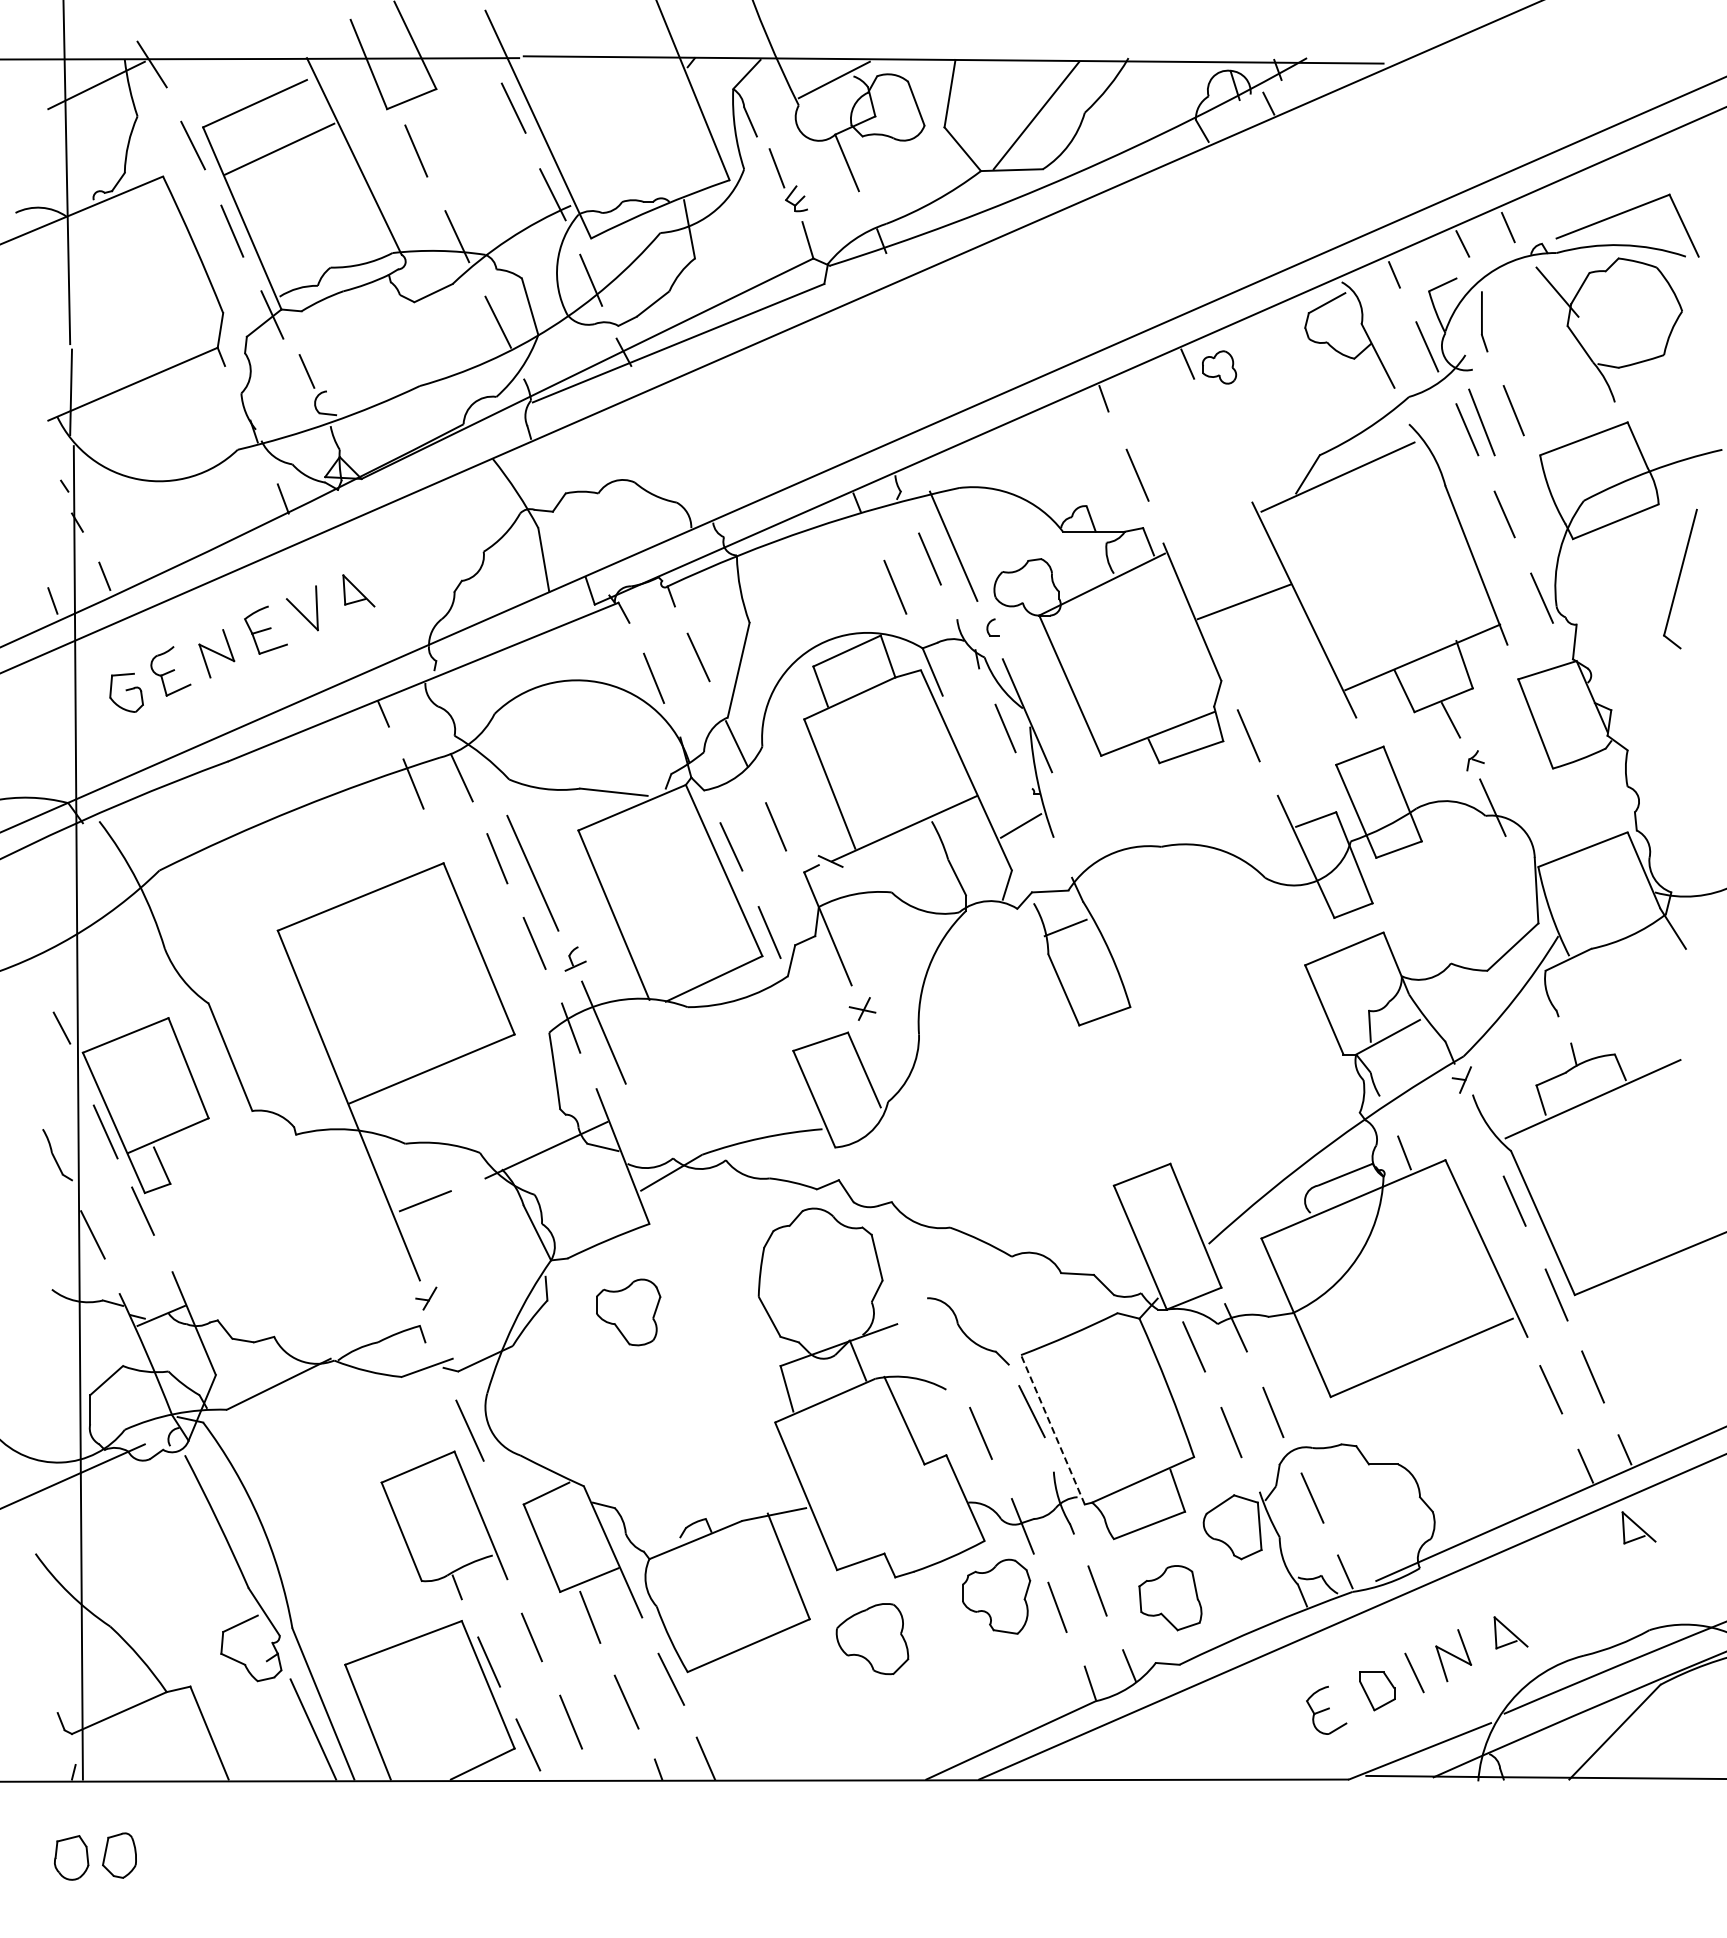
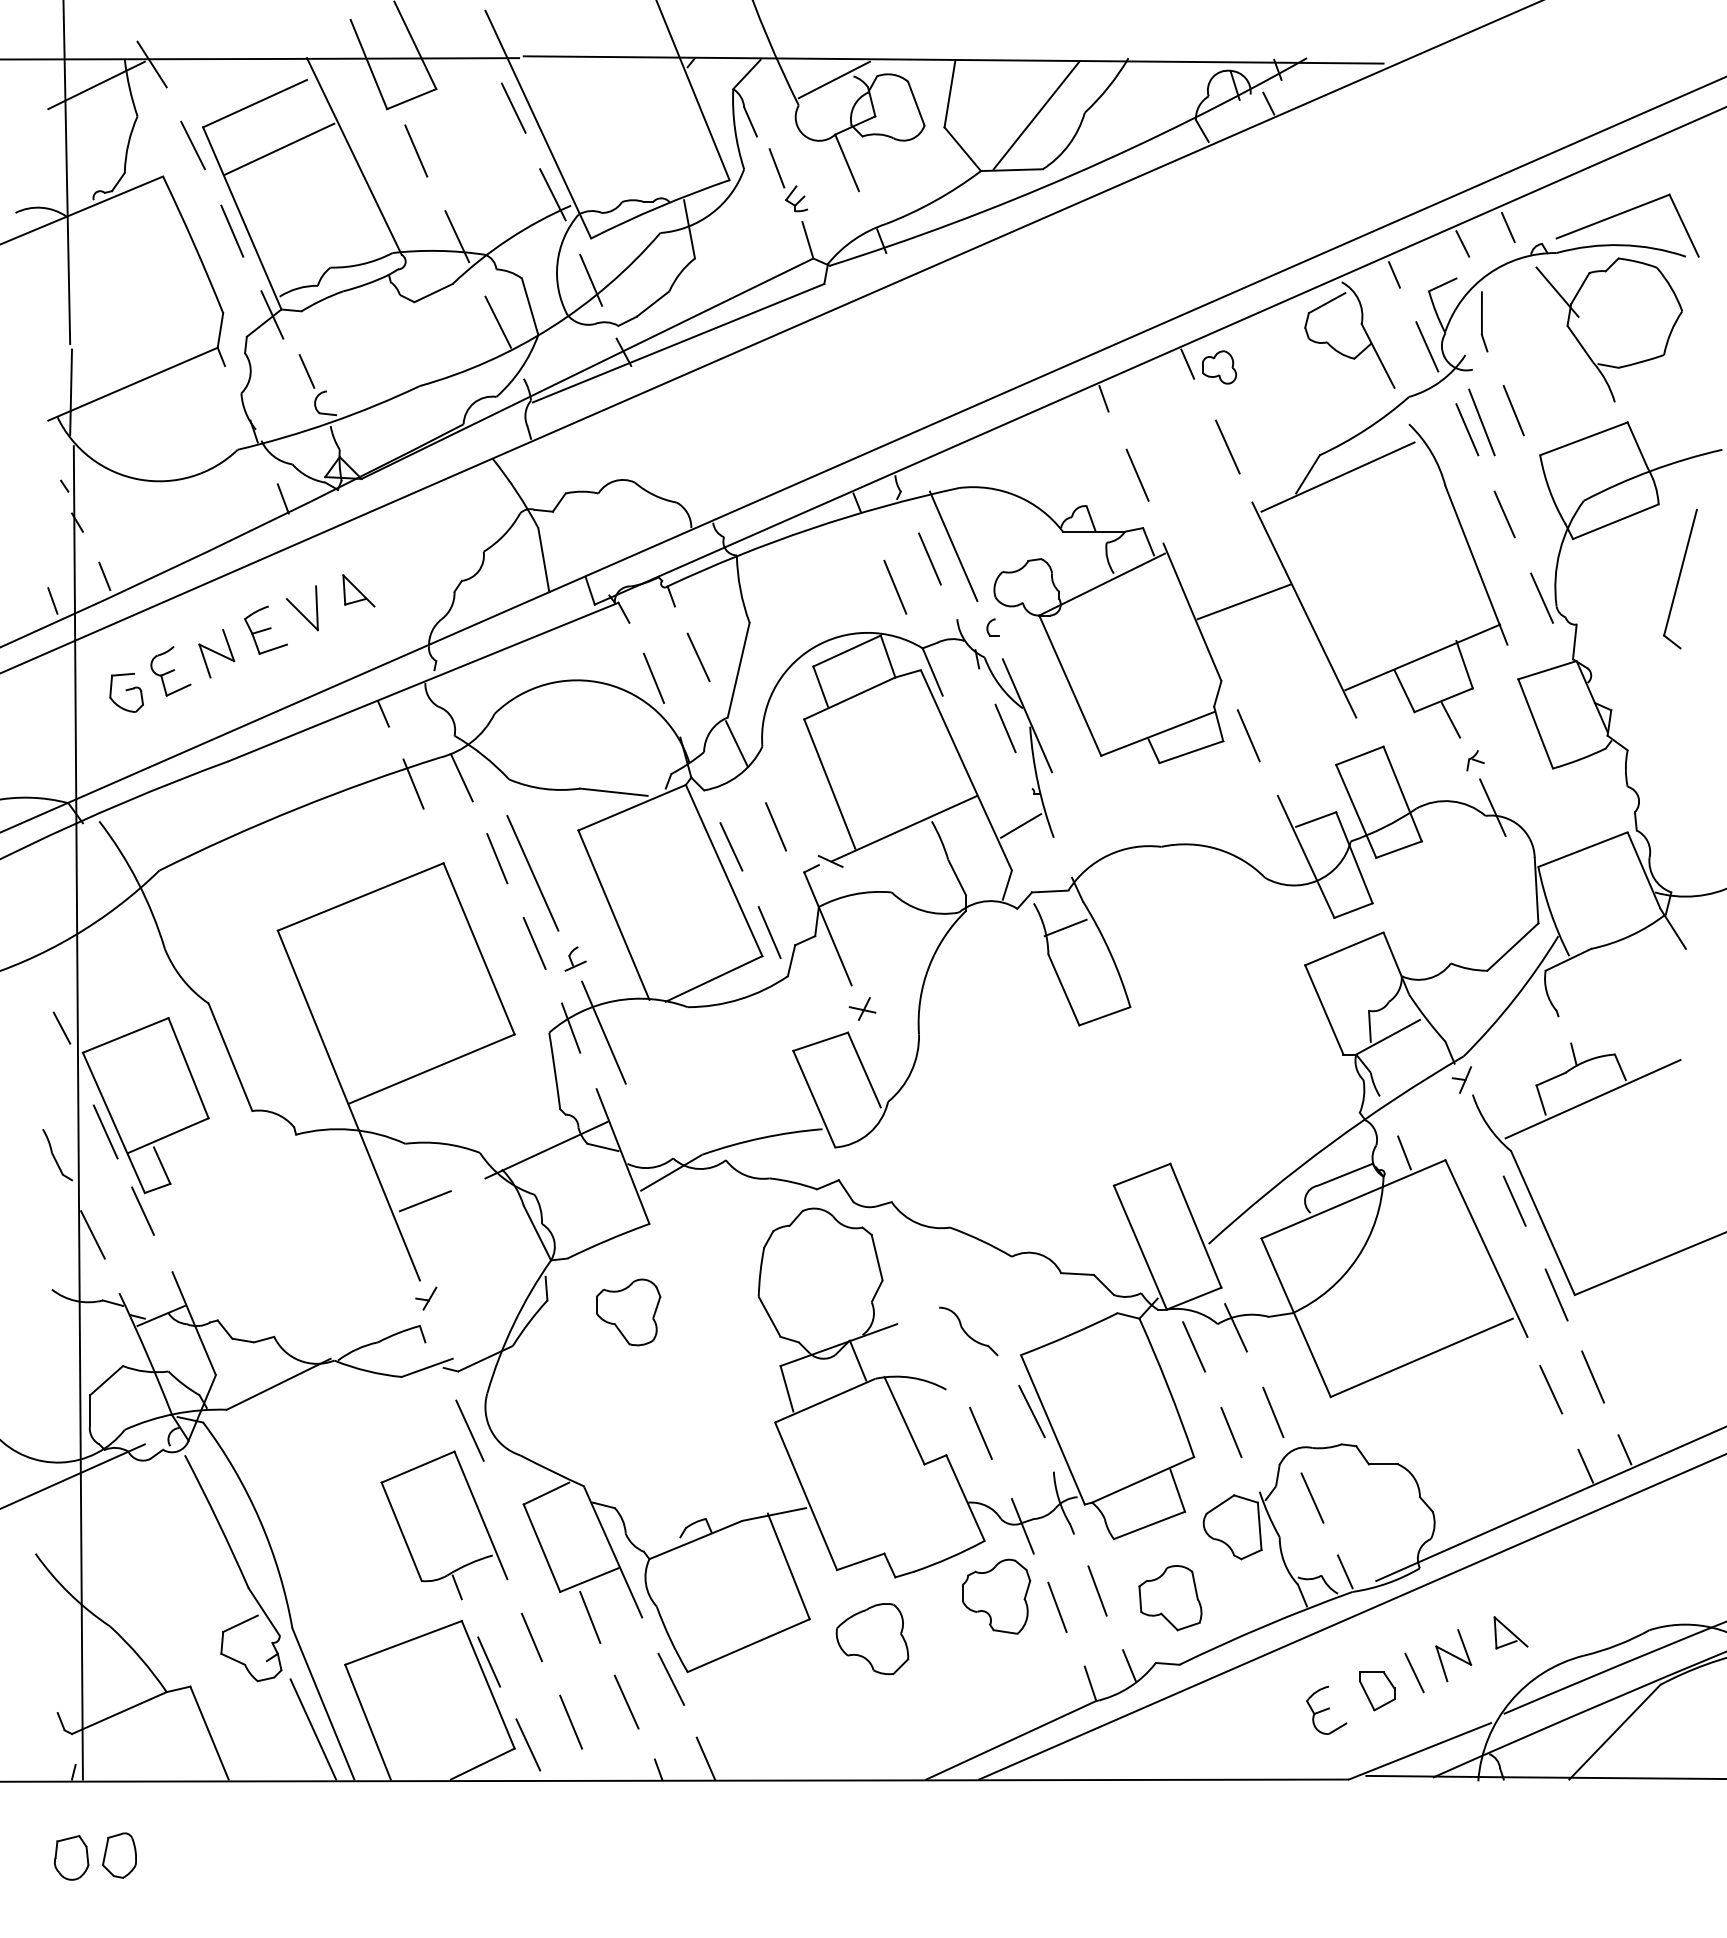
line at (1227, 446): none -> present
part at (968, 1331) size: 83x69 px -> 60x51 px
line at (1052, 1429): dashed -> solid
part at (1638, 1527): present -> none
